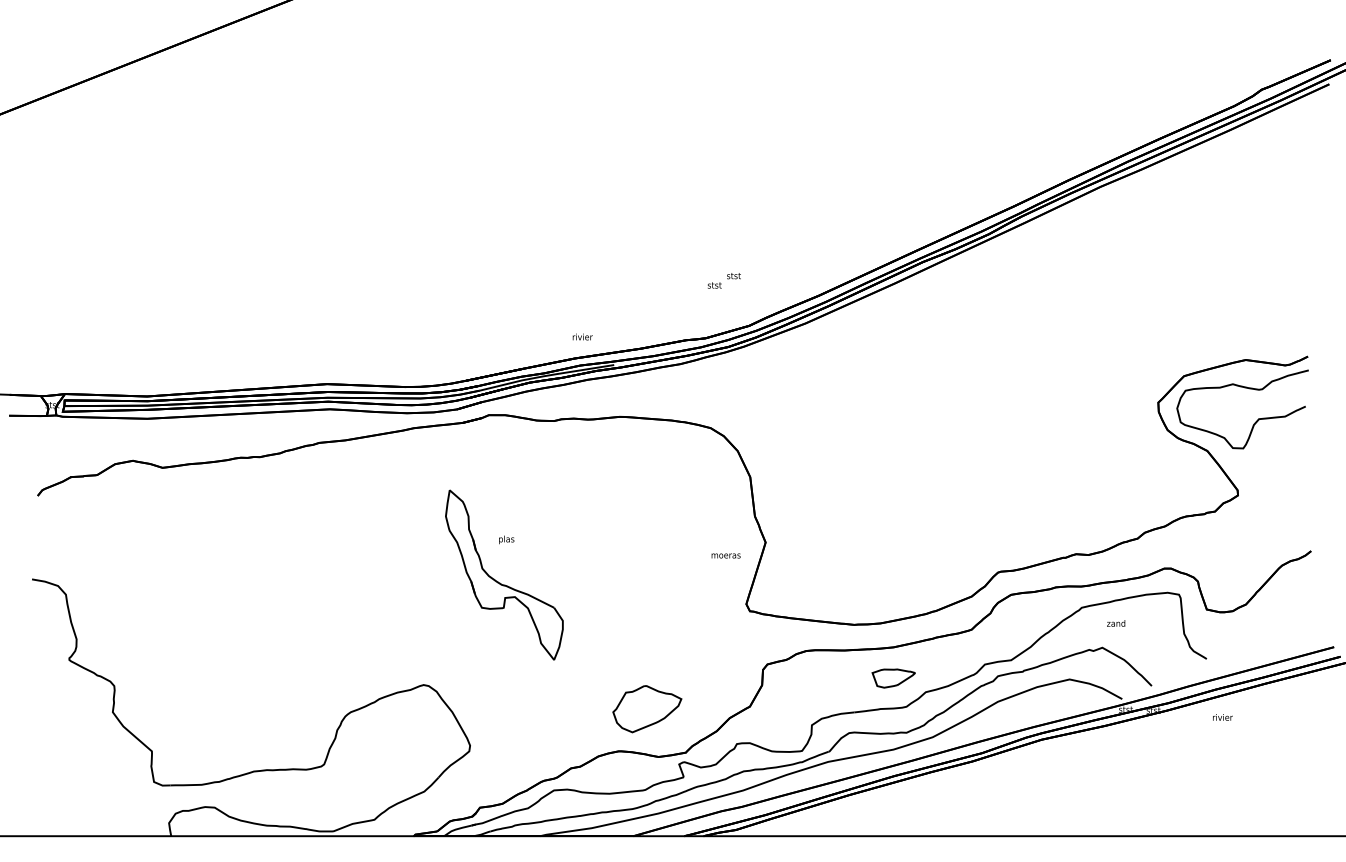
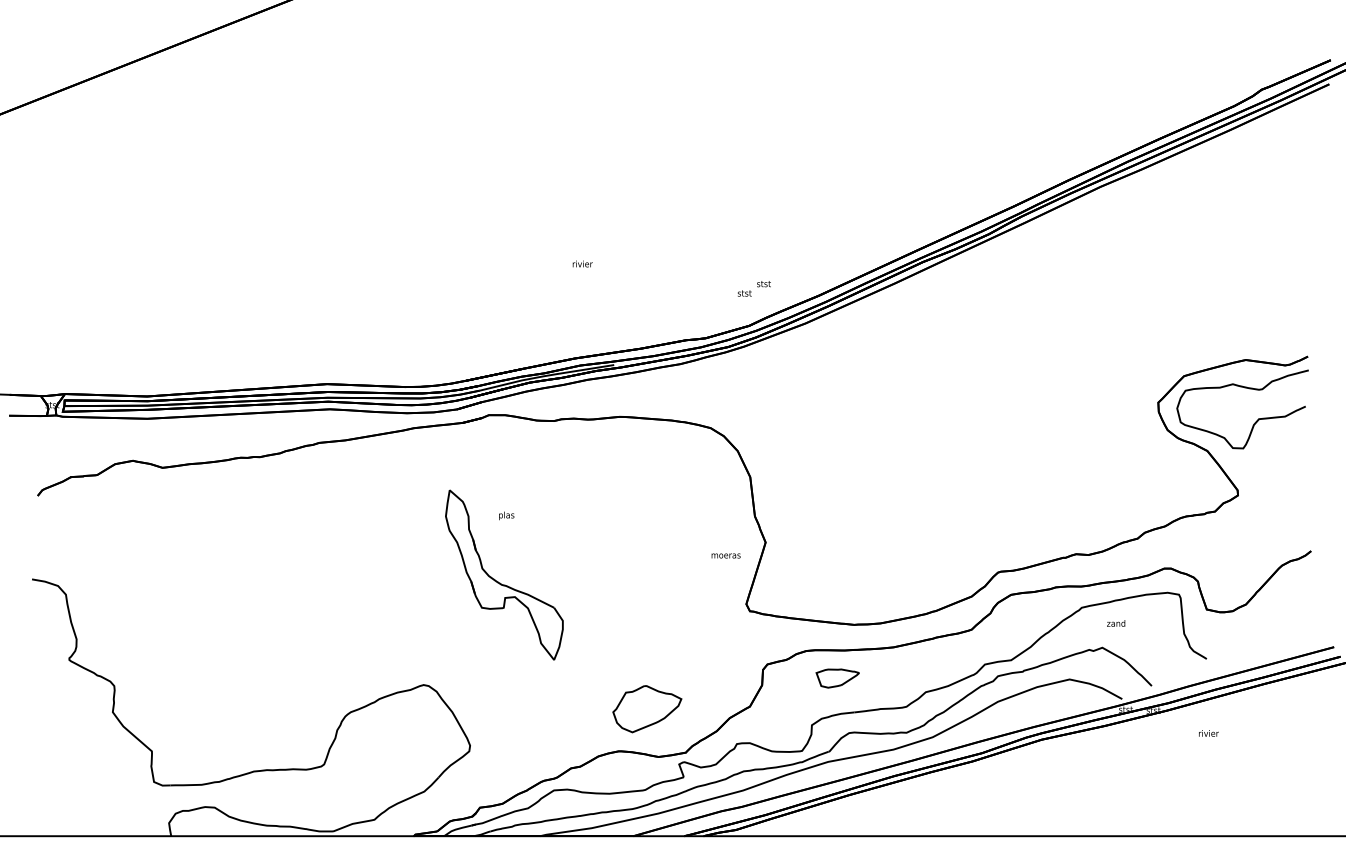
text at (724, 280) position: (724, 280) -> (754, 288)
text at (582, 336) position: (582, 336) -> (582, 263)
text at (506, 539) position: (506, 539) -> (506, 515)
part at (893, 678) position: (893, 678) -> (837, 678)
text at (1222, 717) position: (1222, 717) -> (1208, 733)
